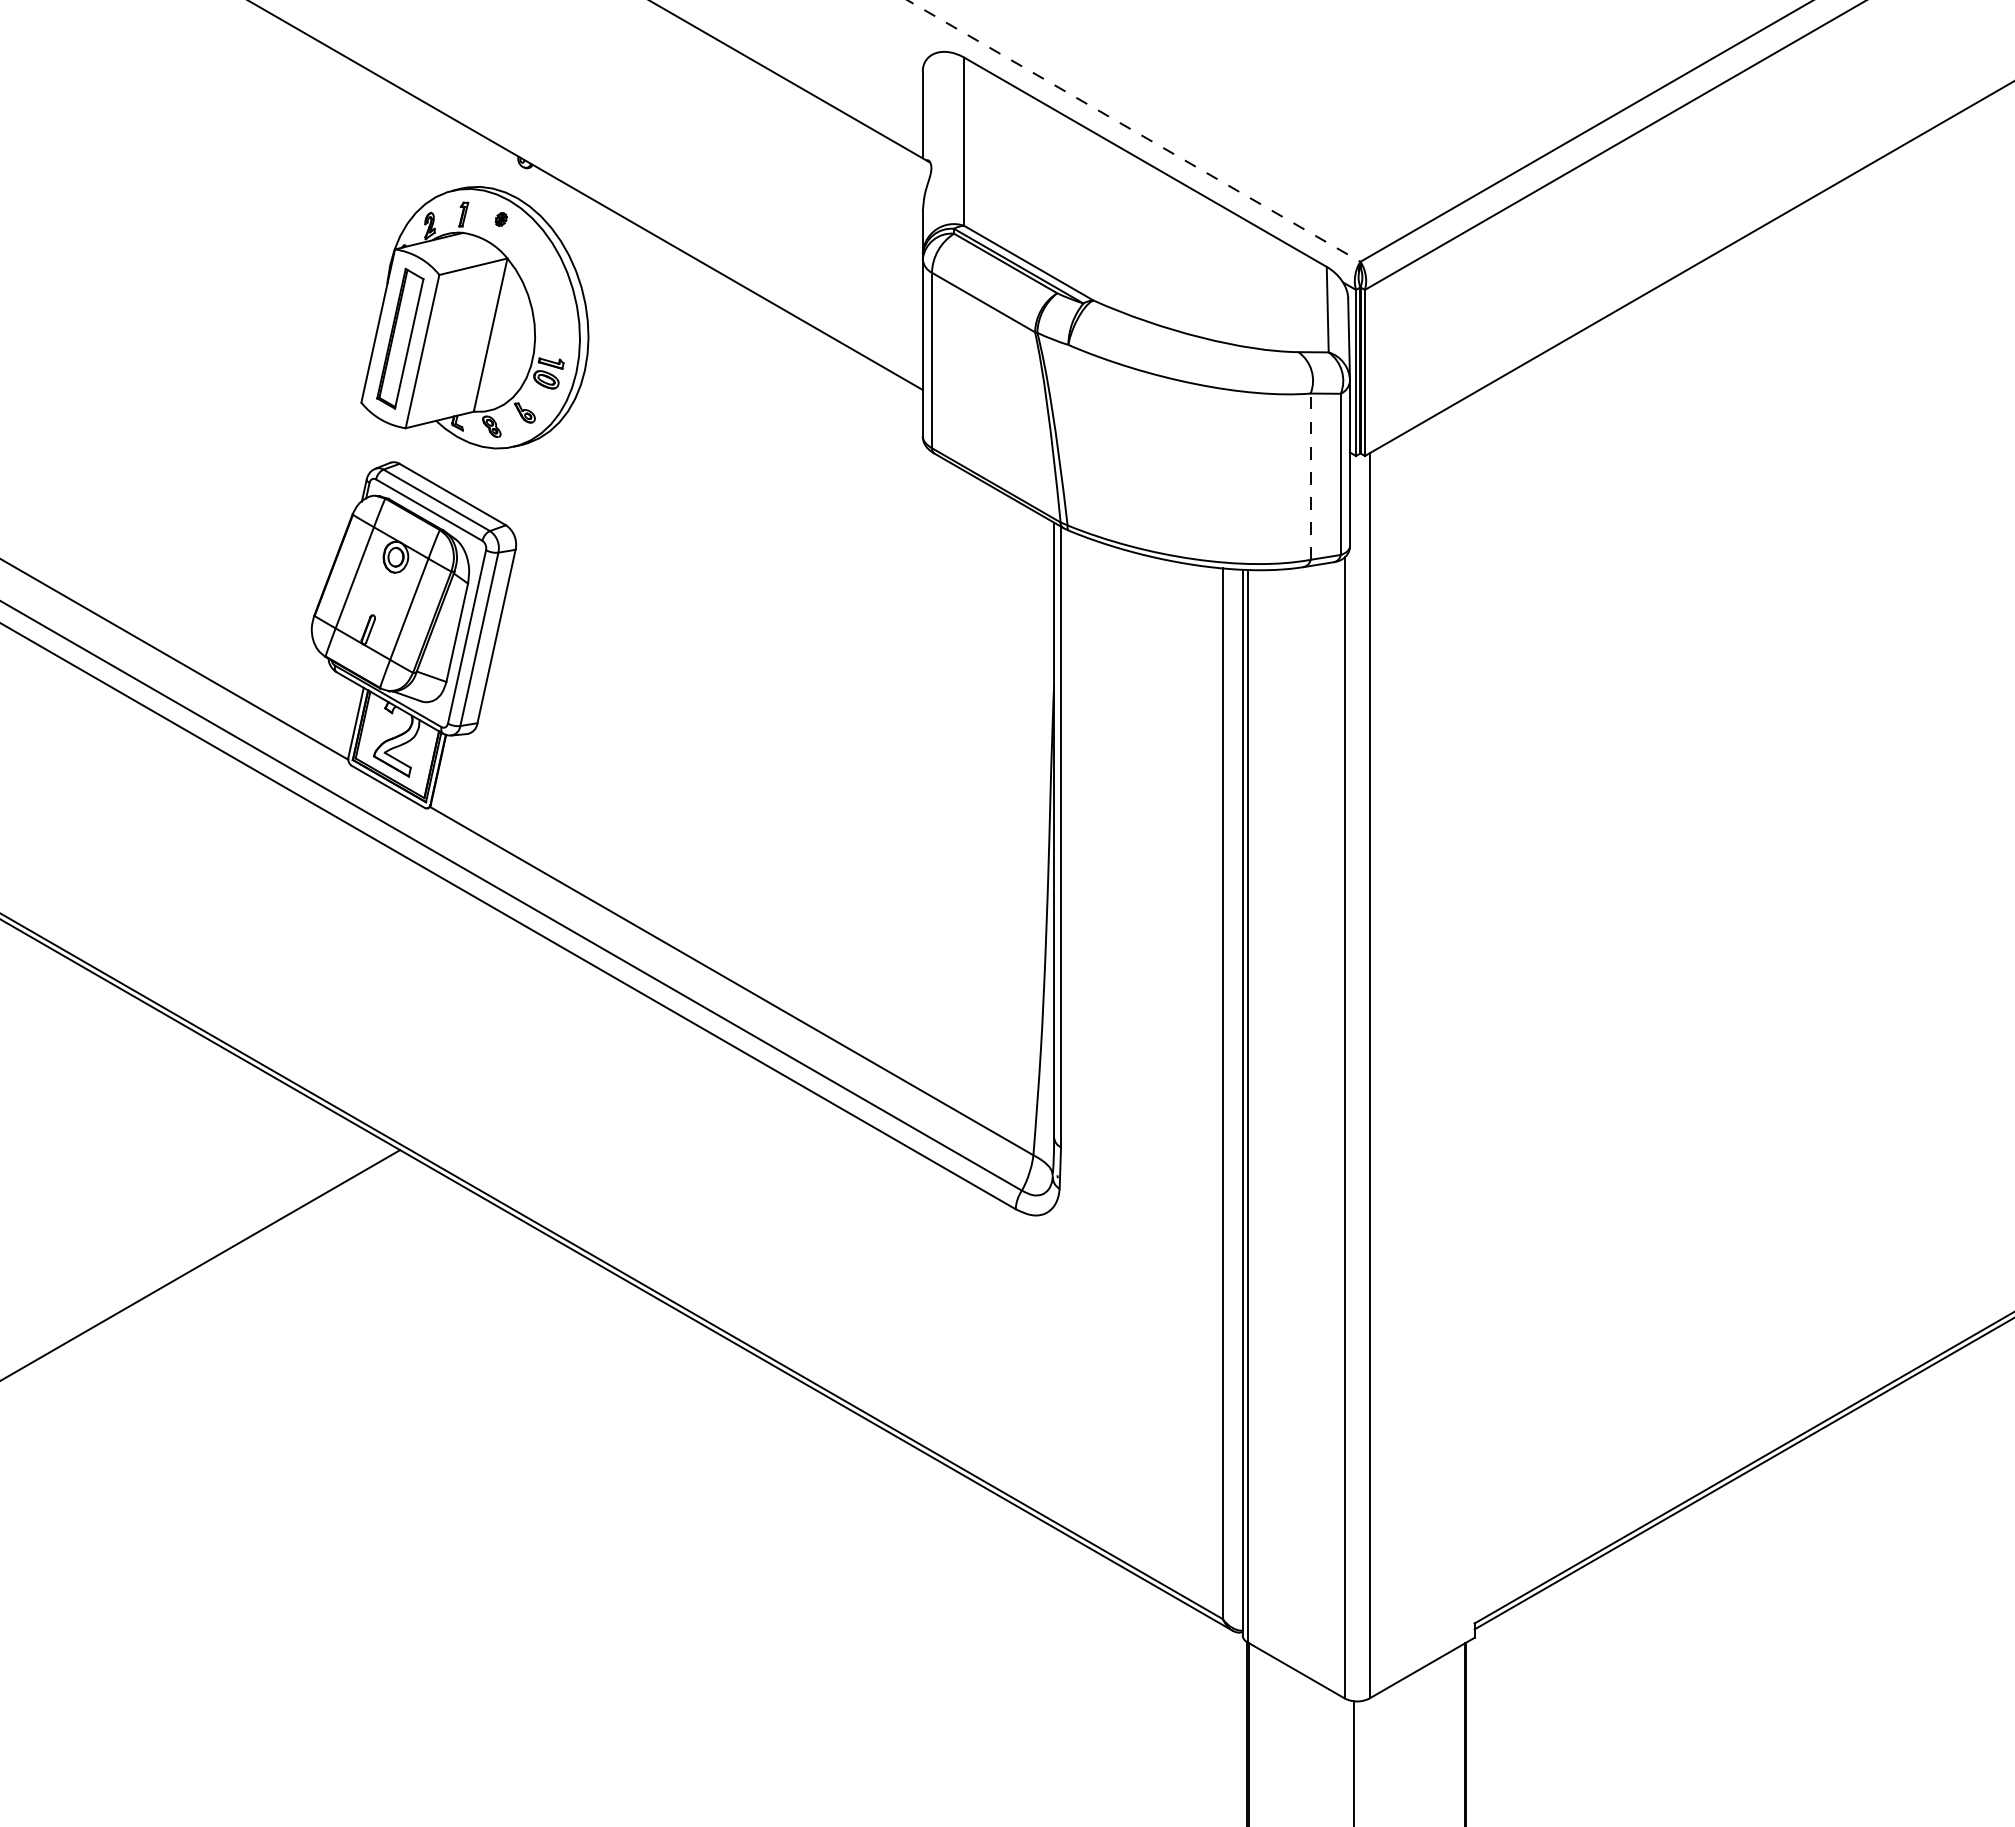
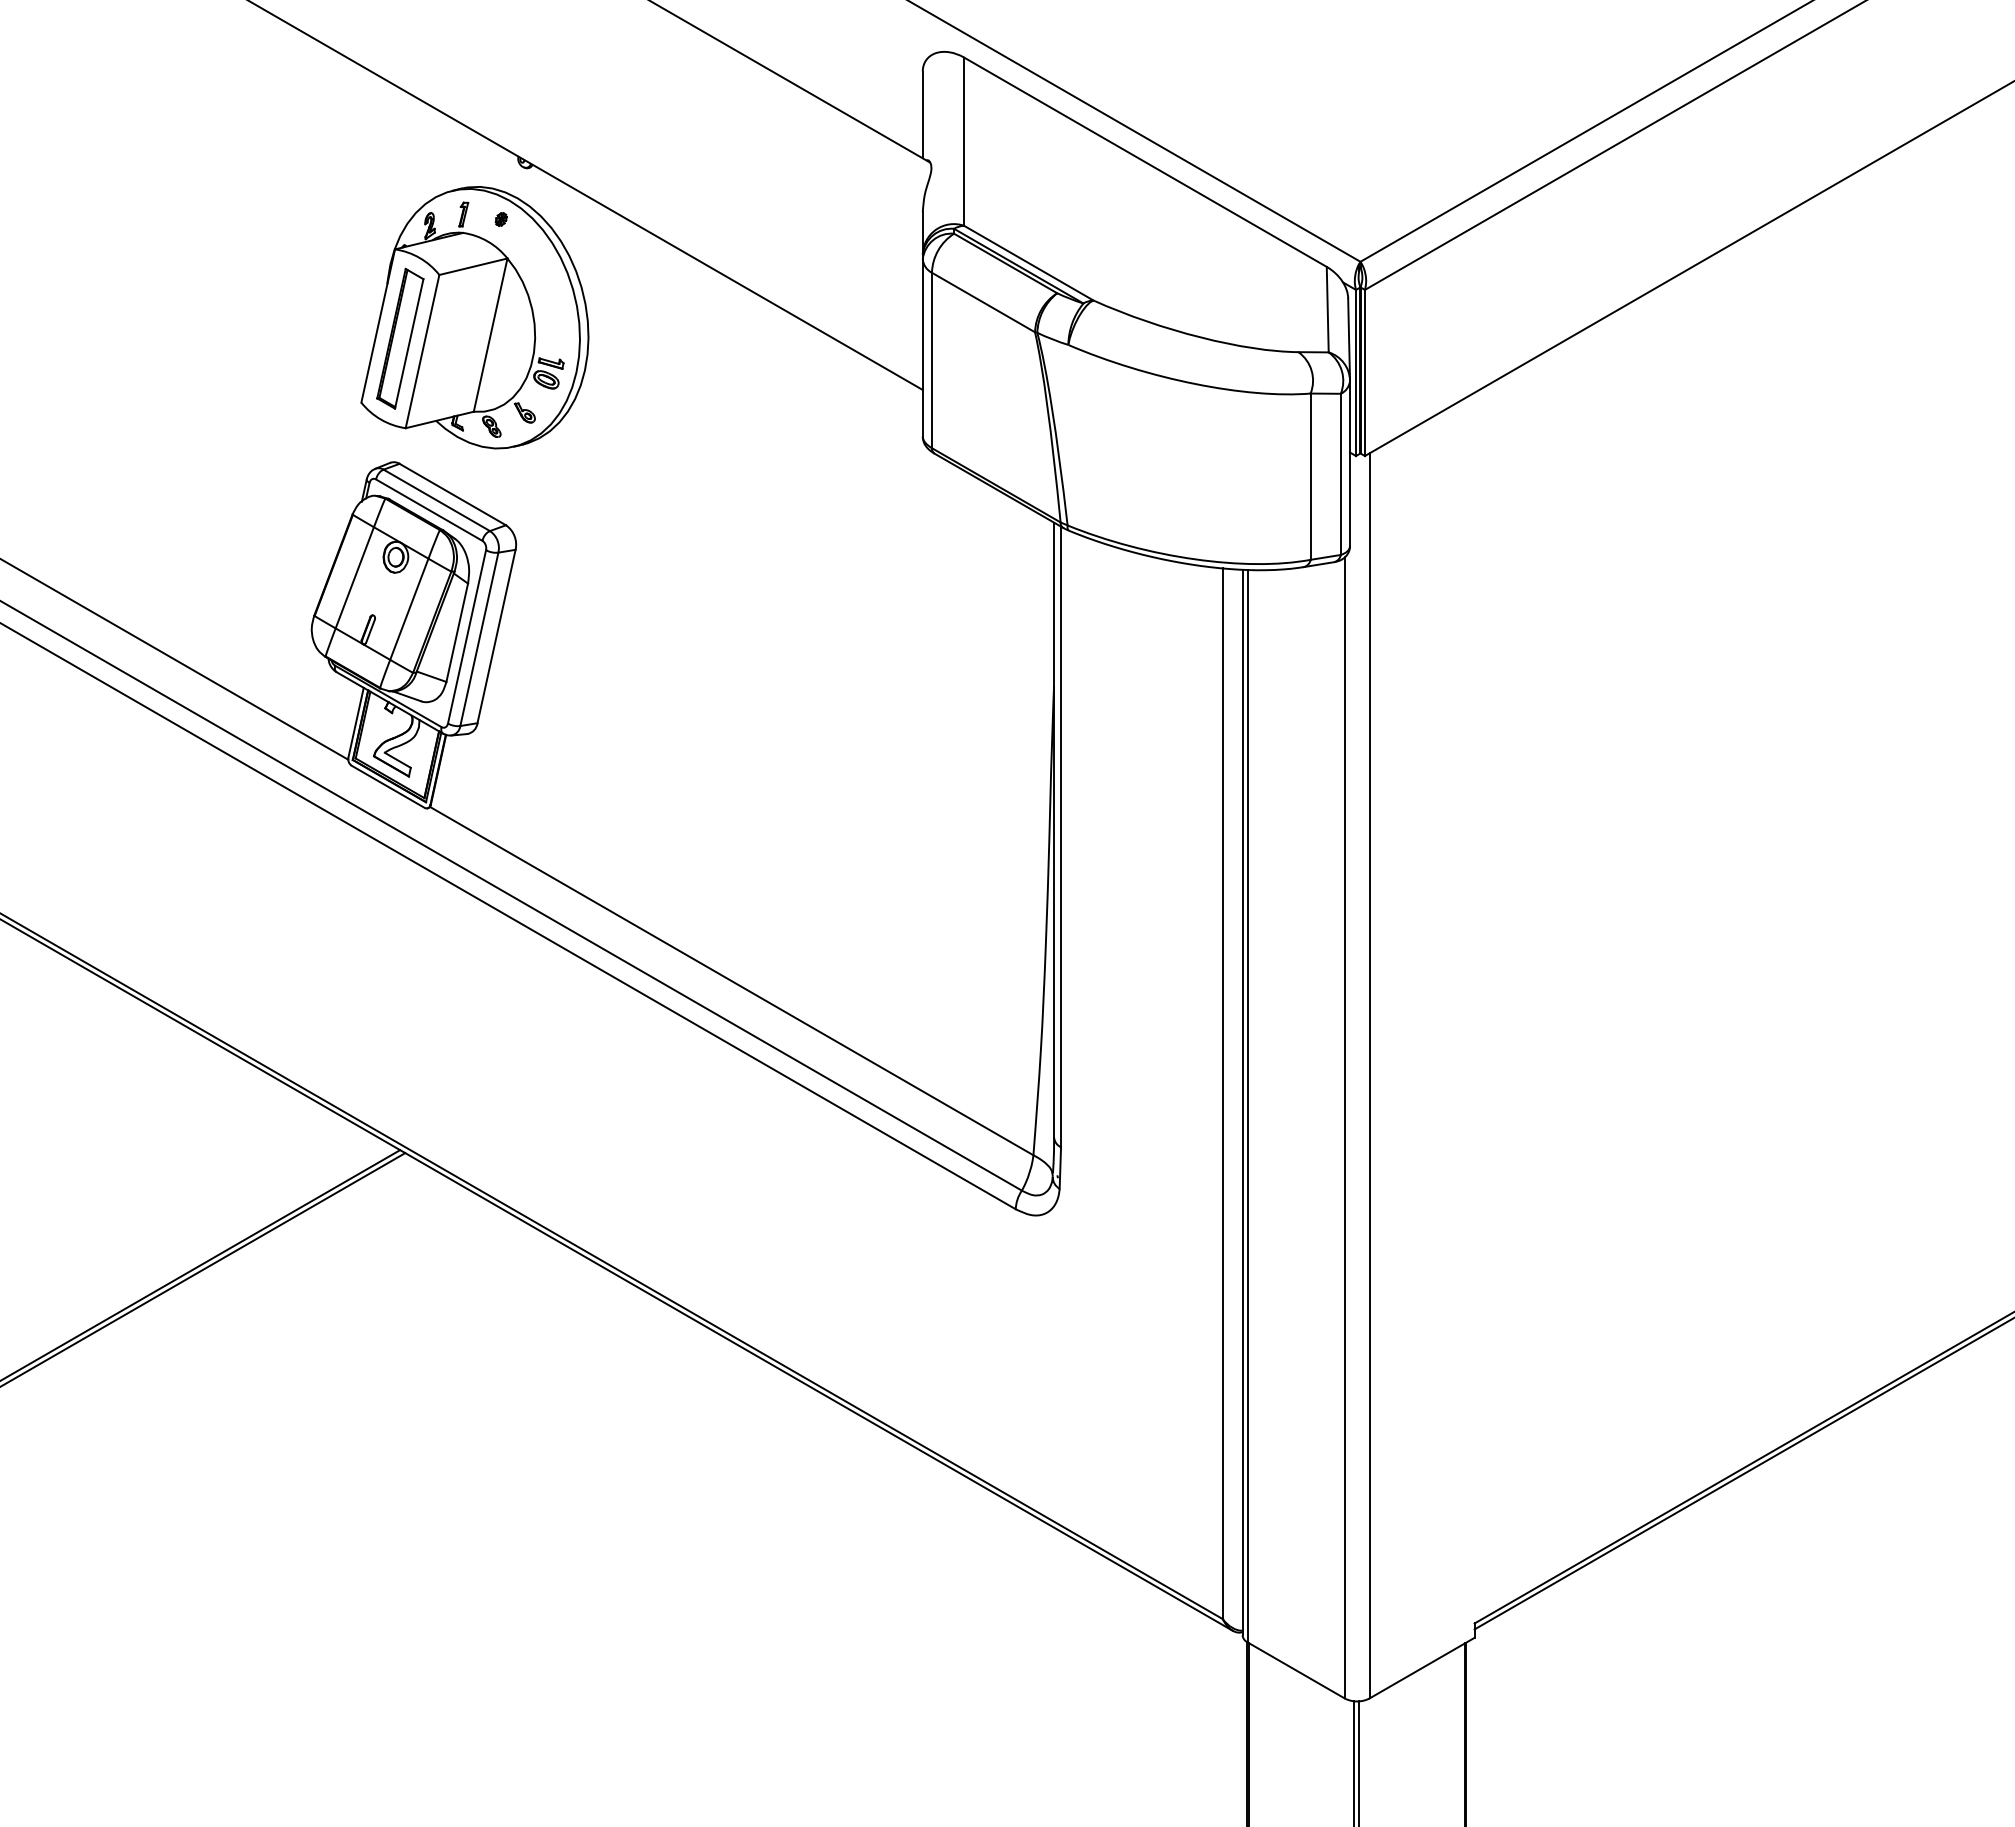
line at (1134, 131): dashed -> solid
line at (1310, 476): dashed -> solid
line at (203, 1269): none -> present
line at (1359, 1762): none -> present
